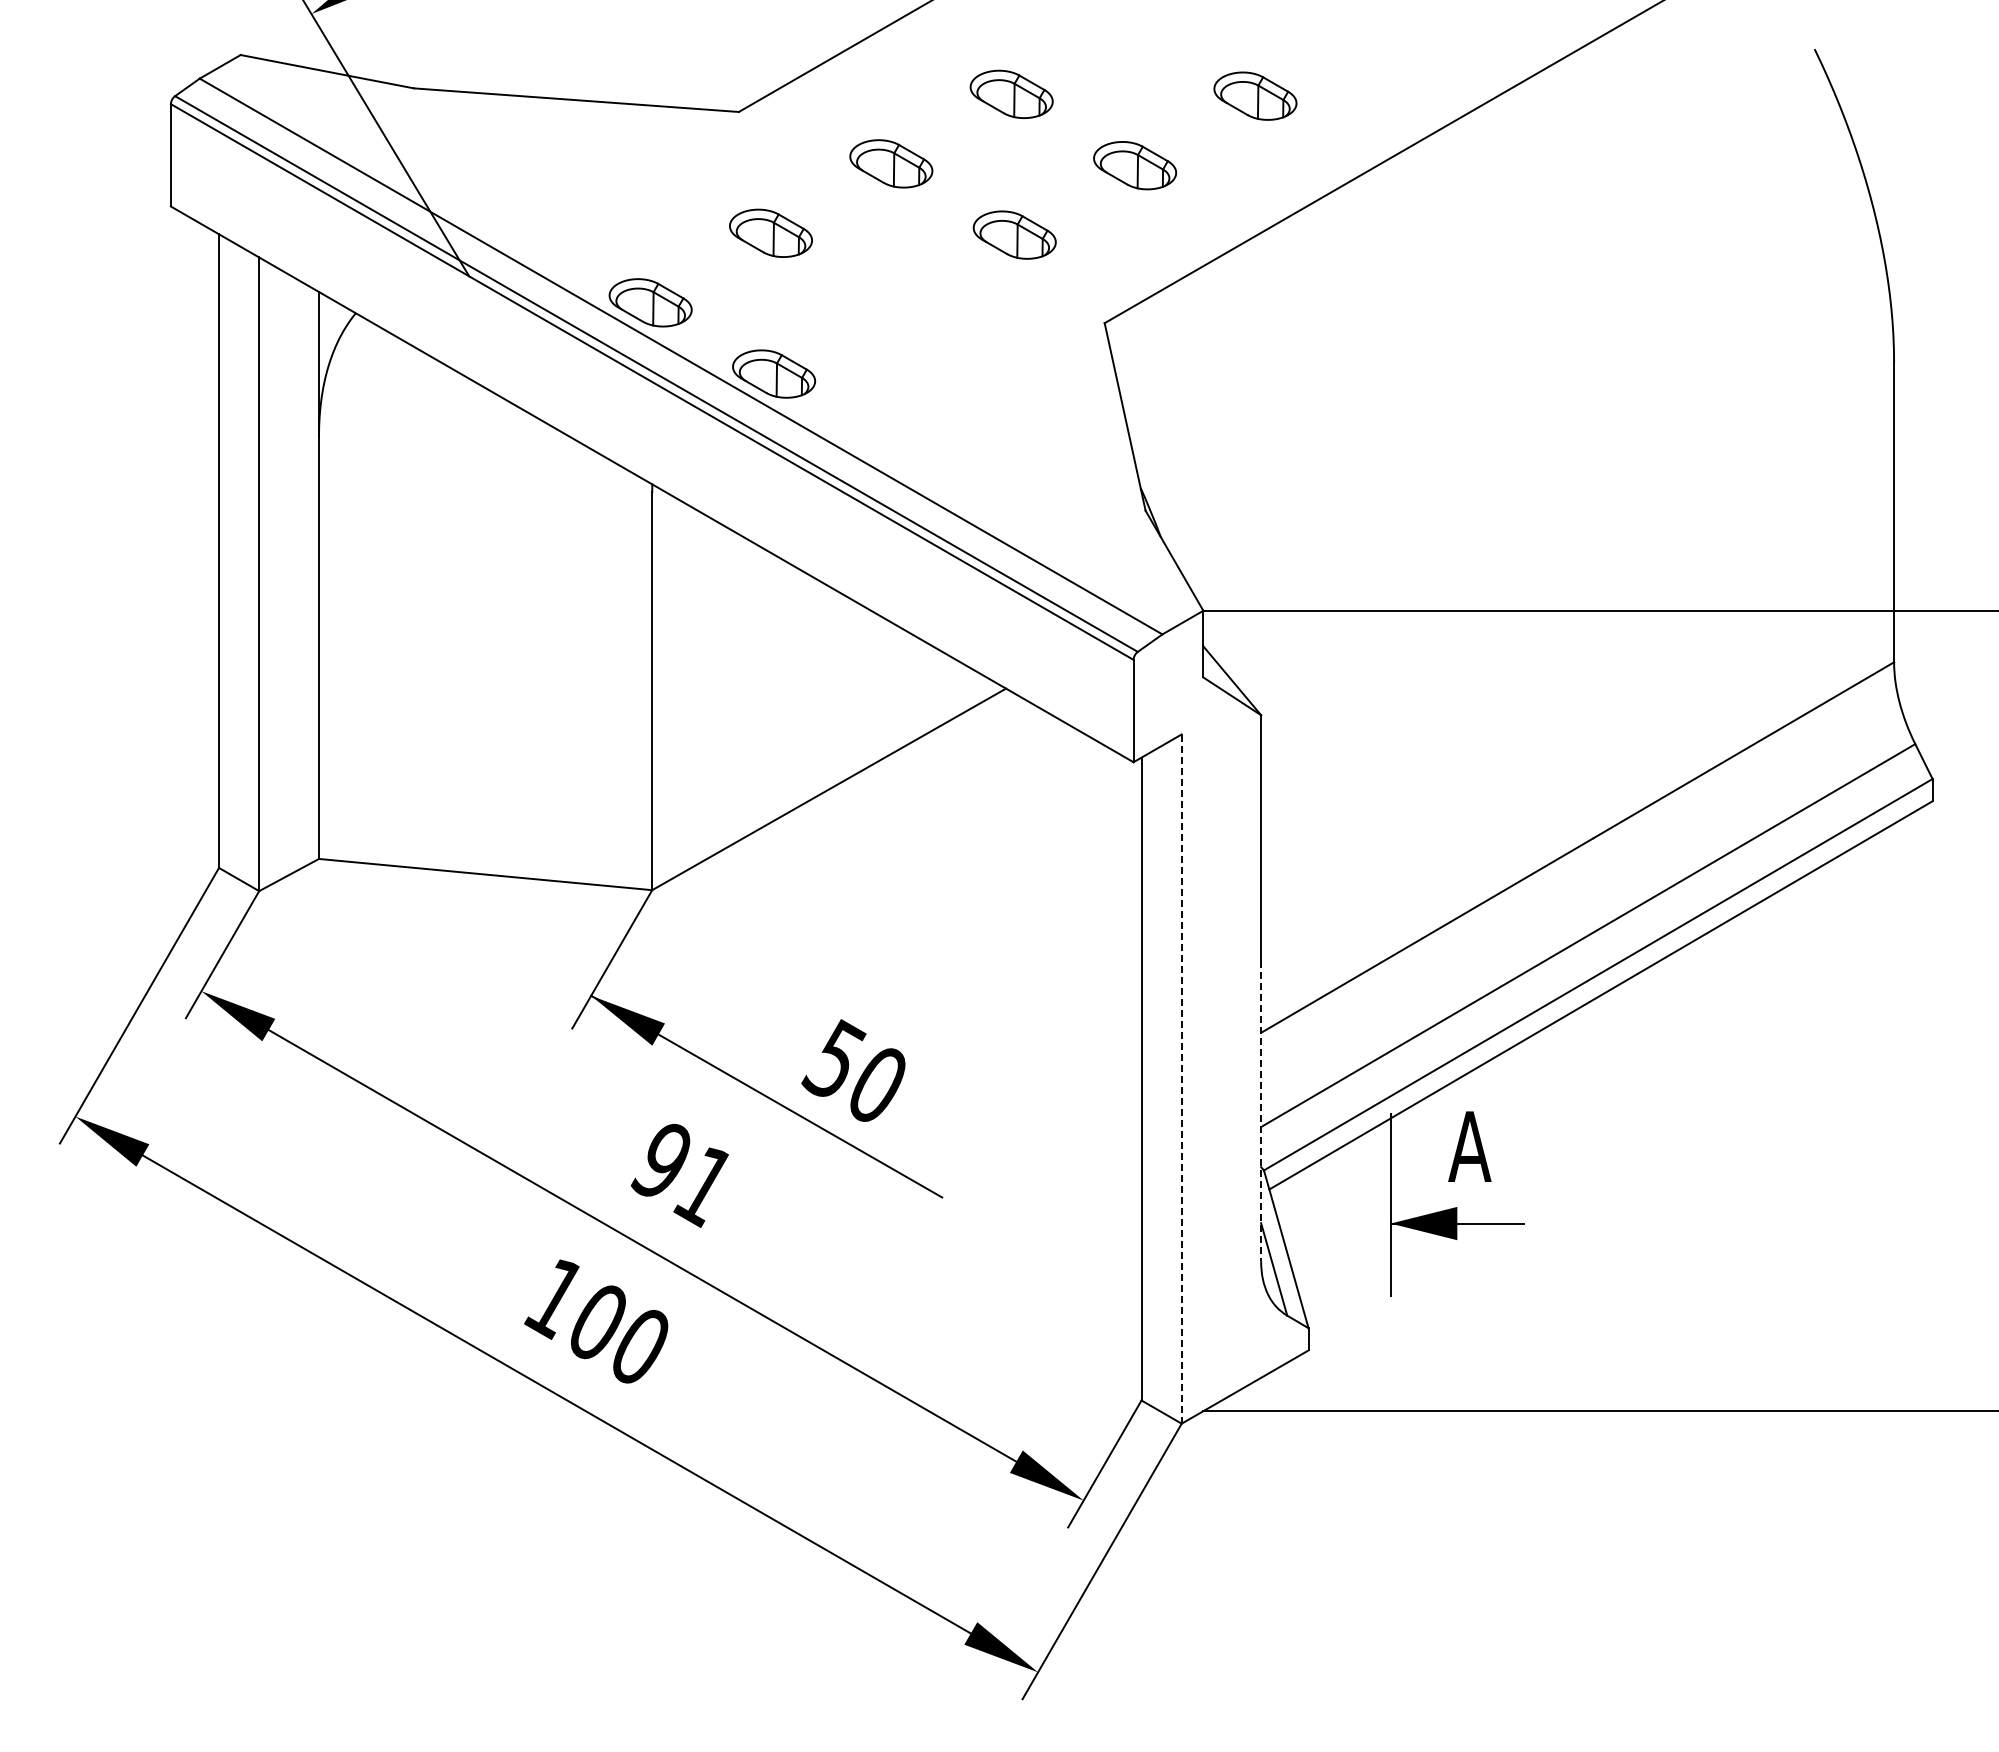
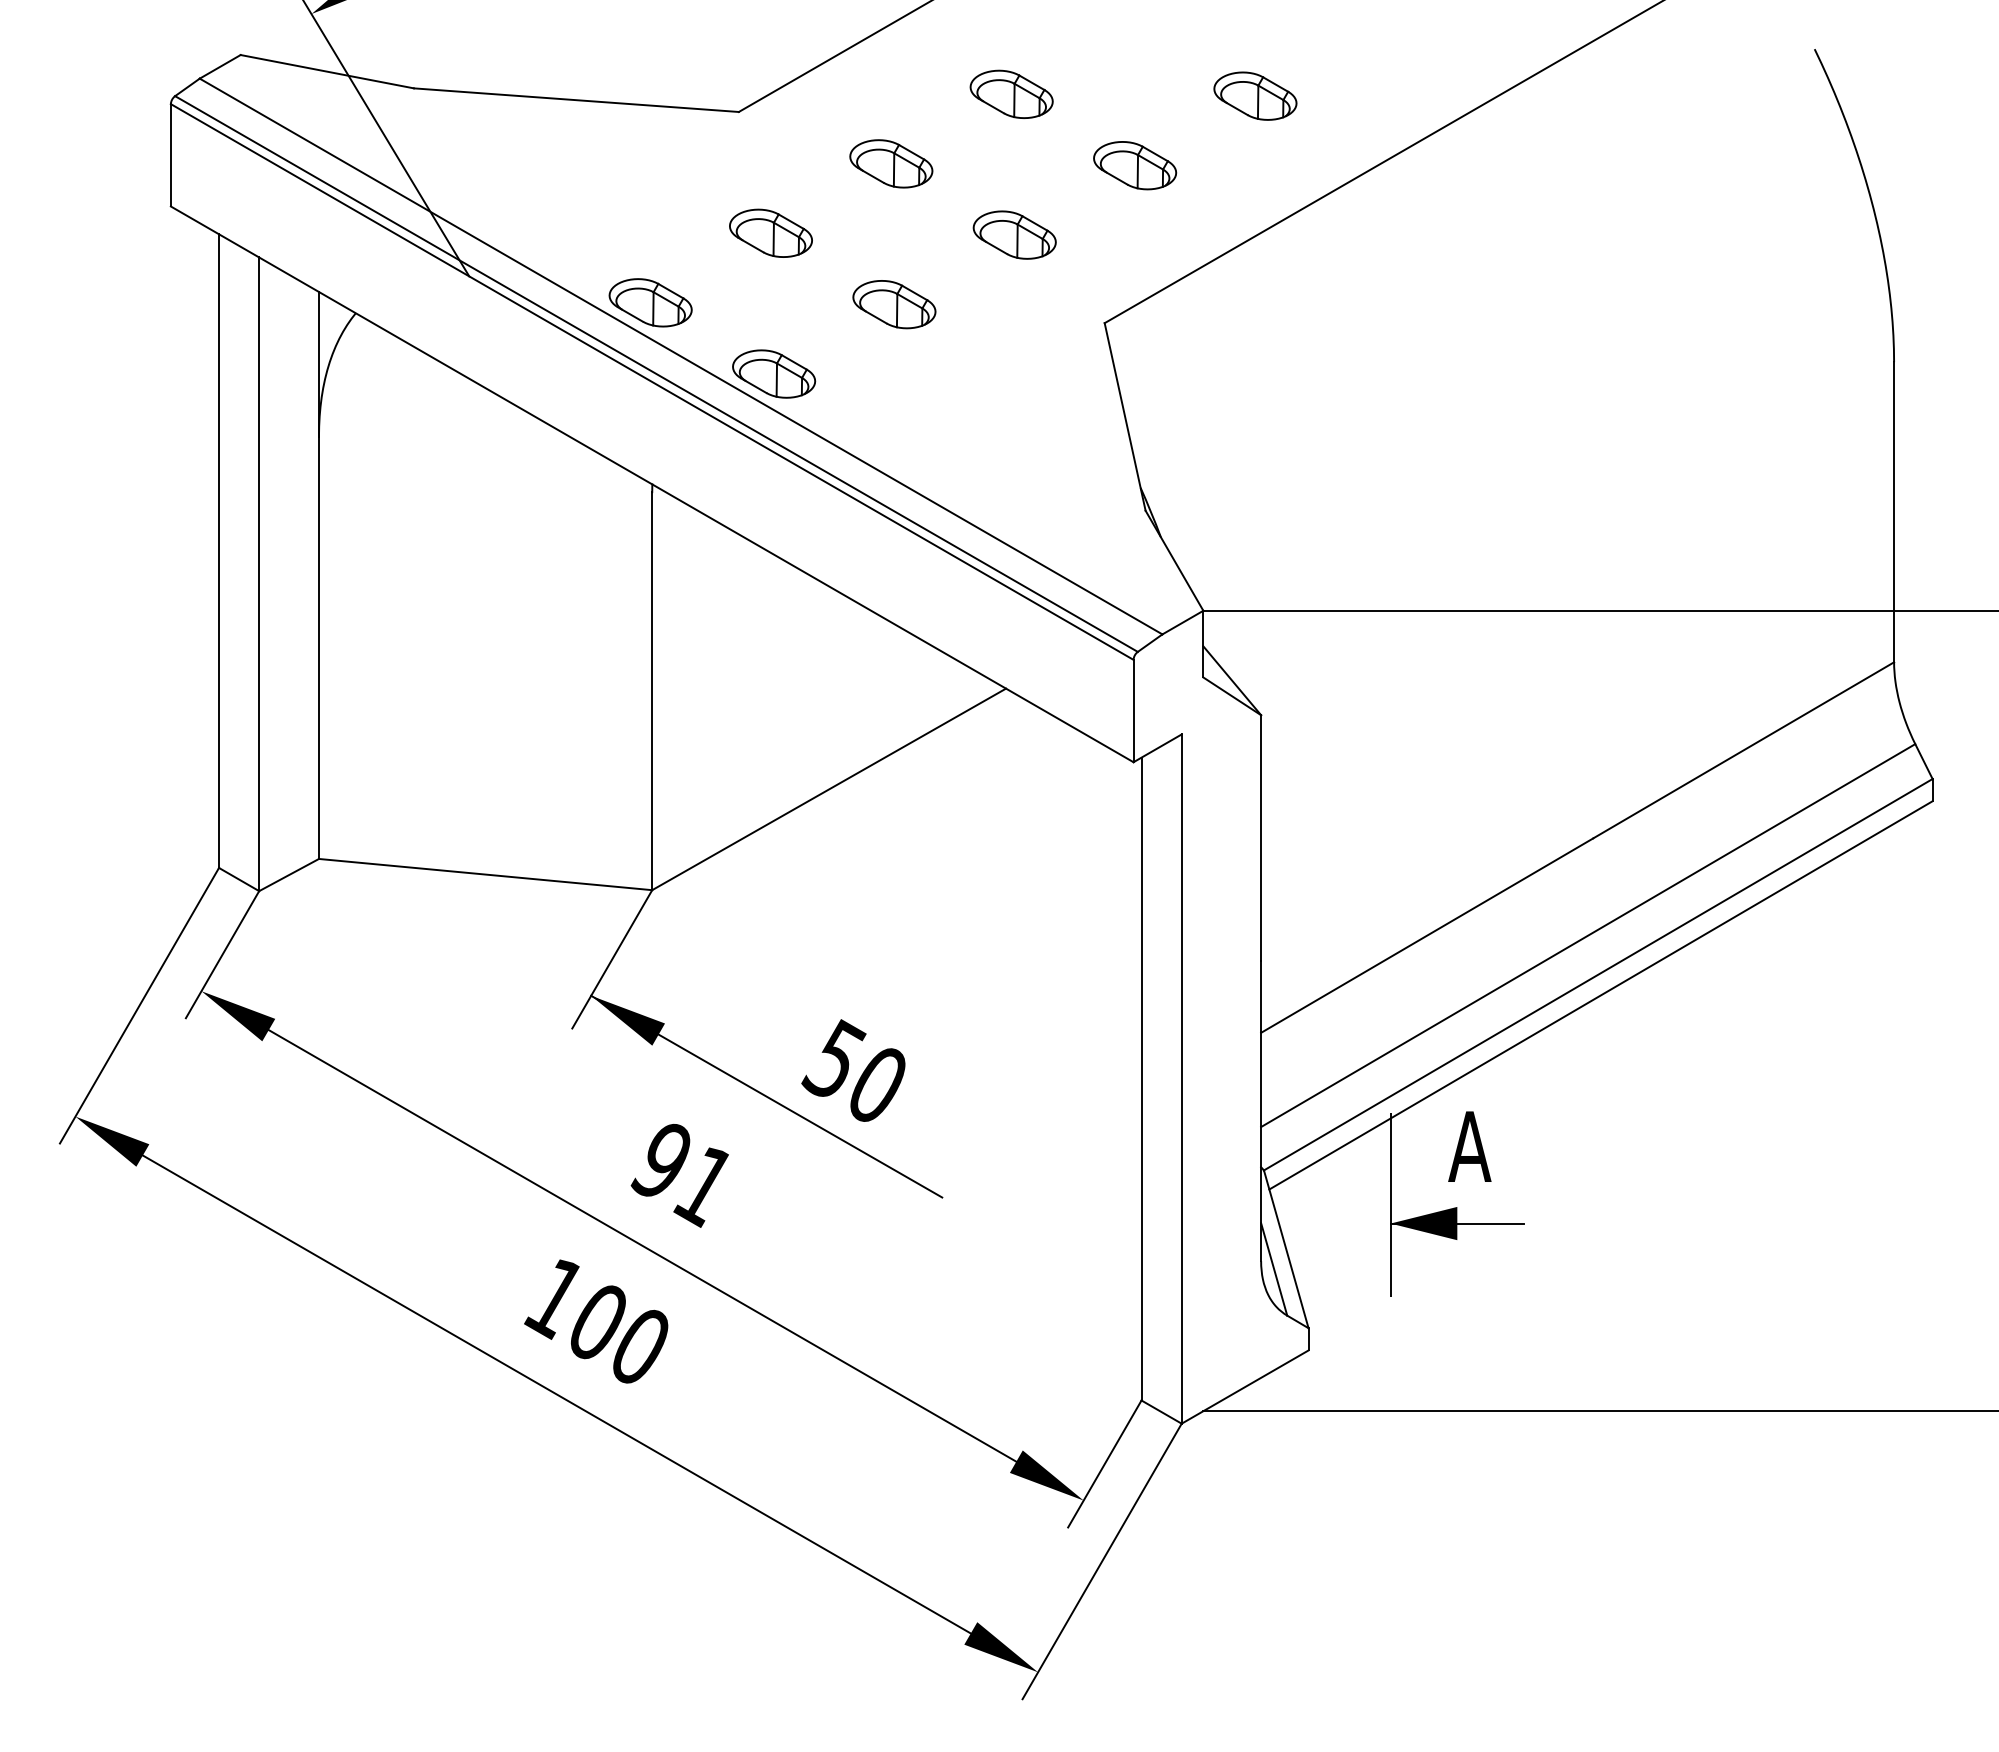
part at (894, 304): none -> present
line at (1181, 1079): dashed -> solid
line at (1261, 1111): dashed -> solid
